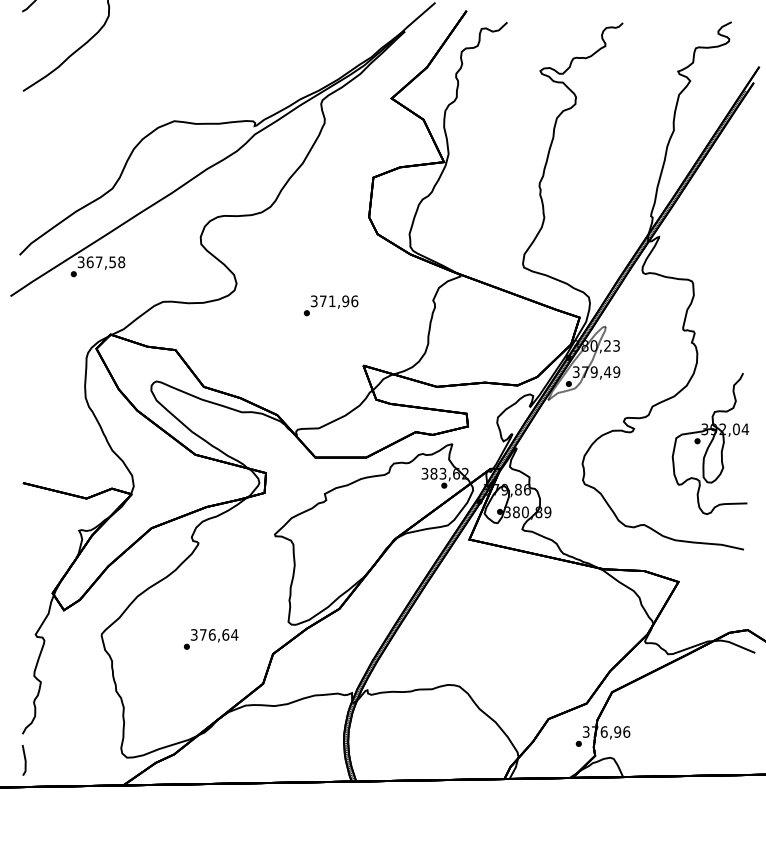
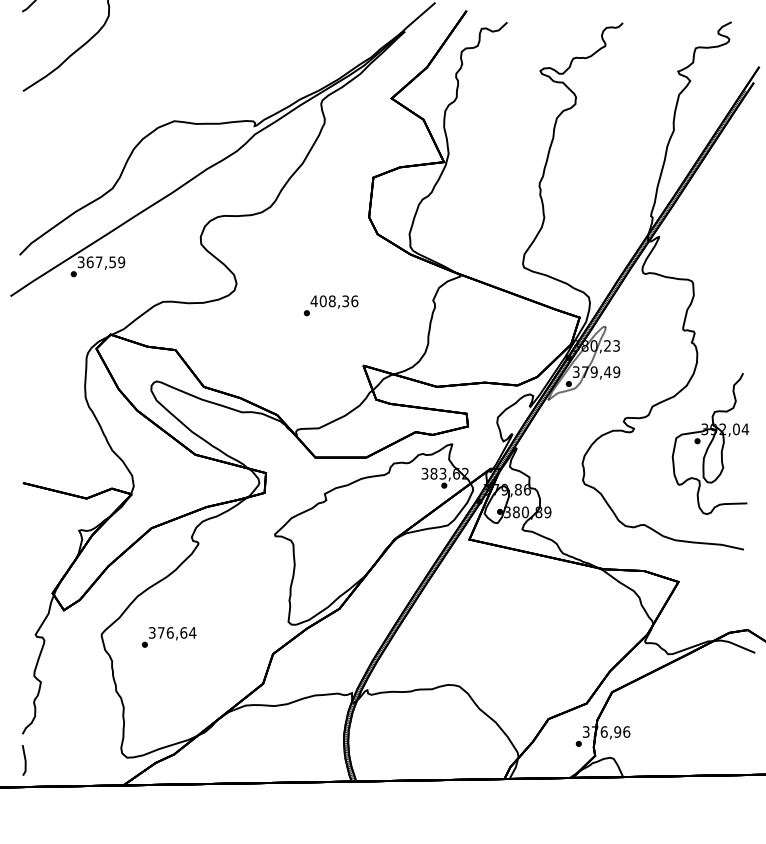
text at (121, 262): 367,58 -> 367,59
text at (329, 301): 371,96 -> 408,36
text at (210, 639) position: (210, 639) -> (168, 637)
